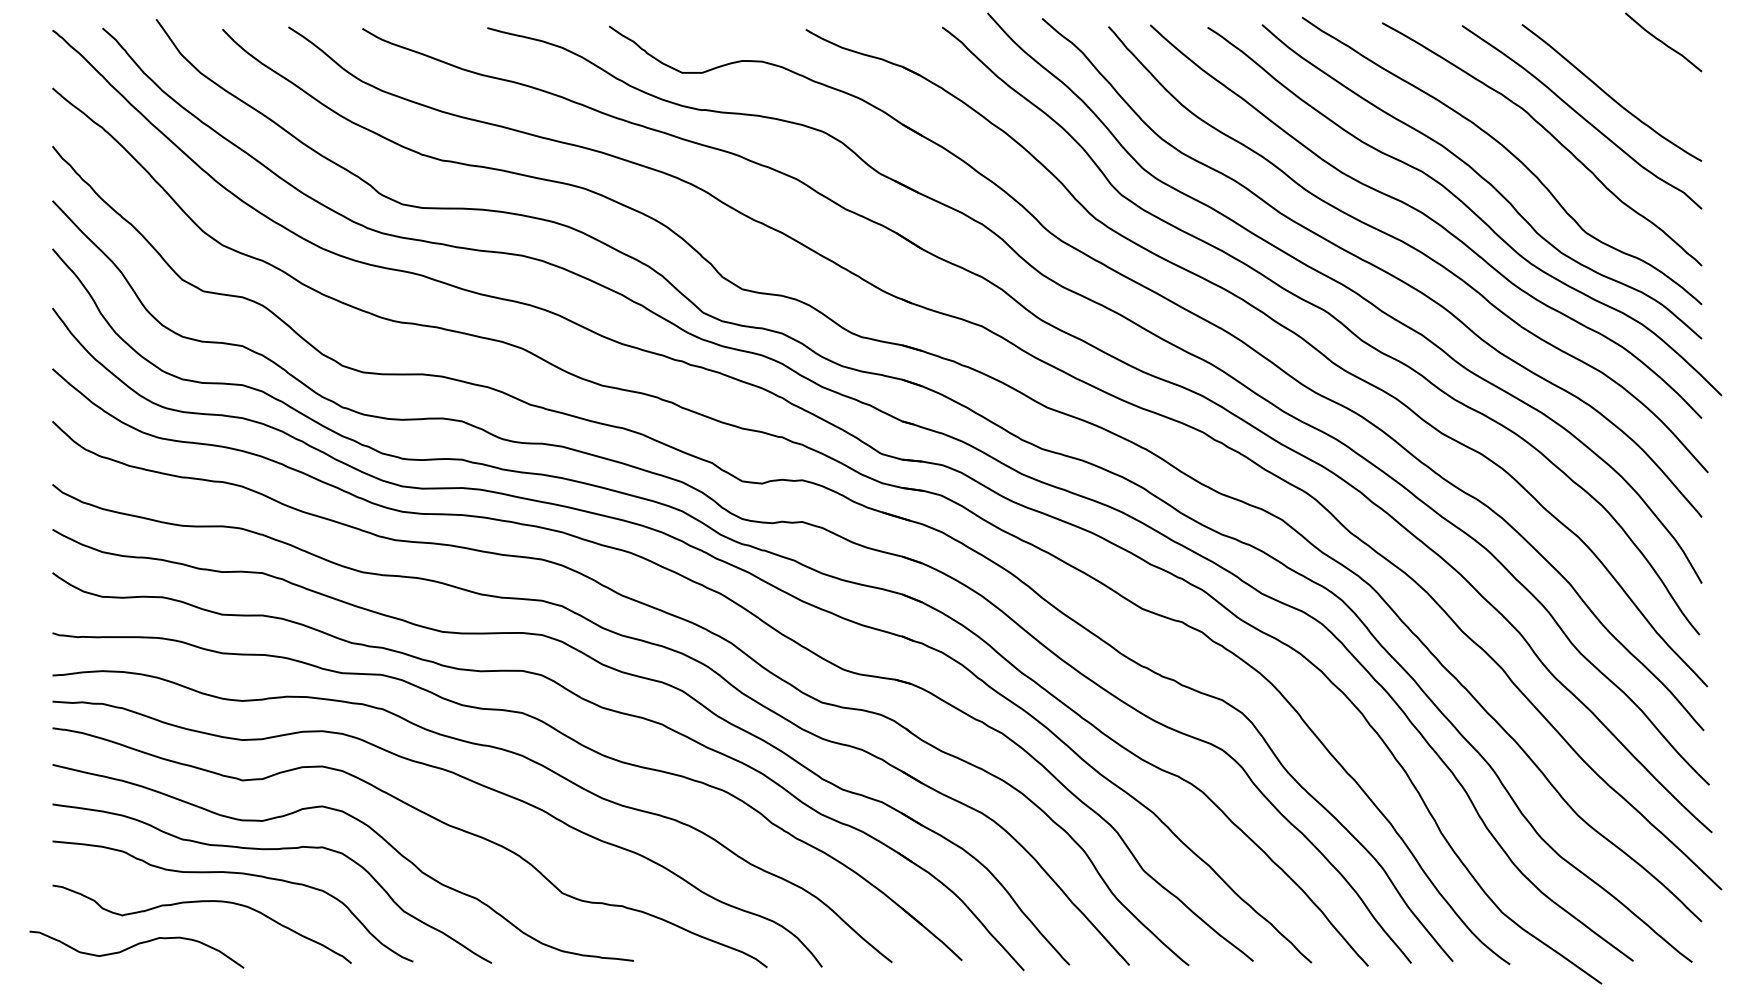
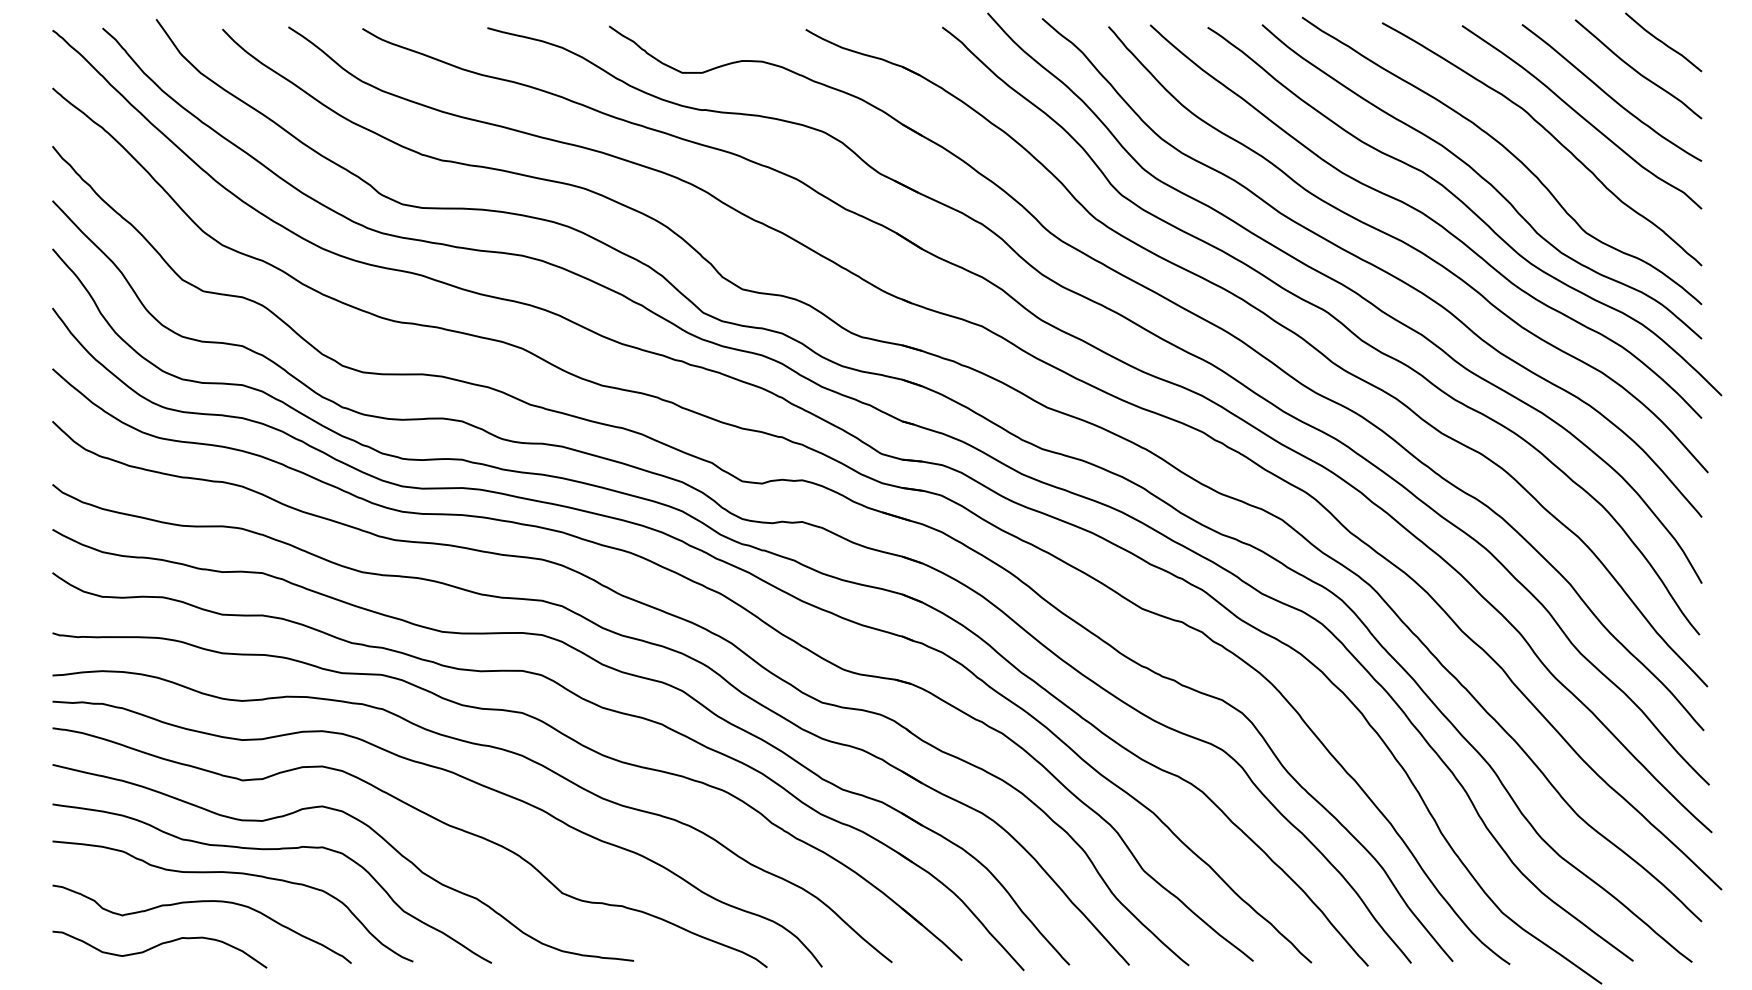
curve at (1637, 70): none -> present
curve at (135, 946) position: (135, 946) -> (158, 946)
